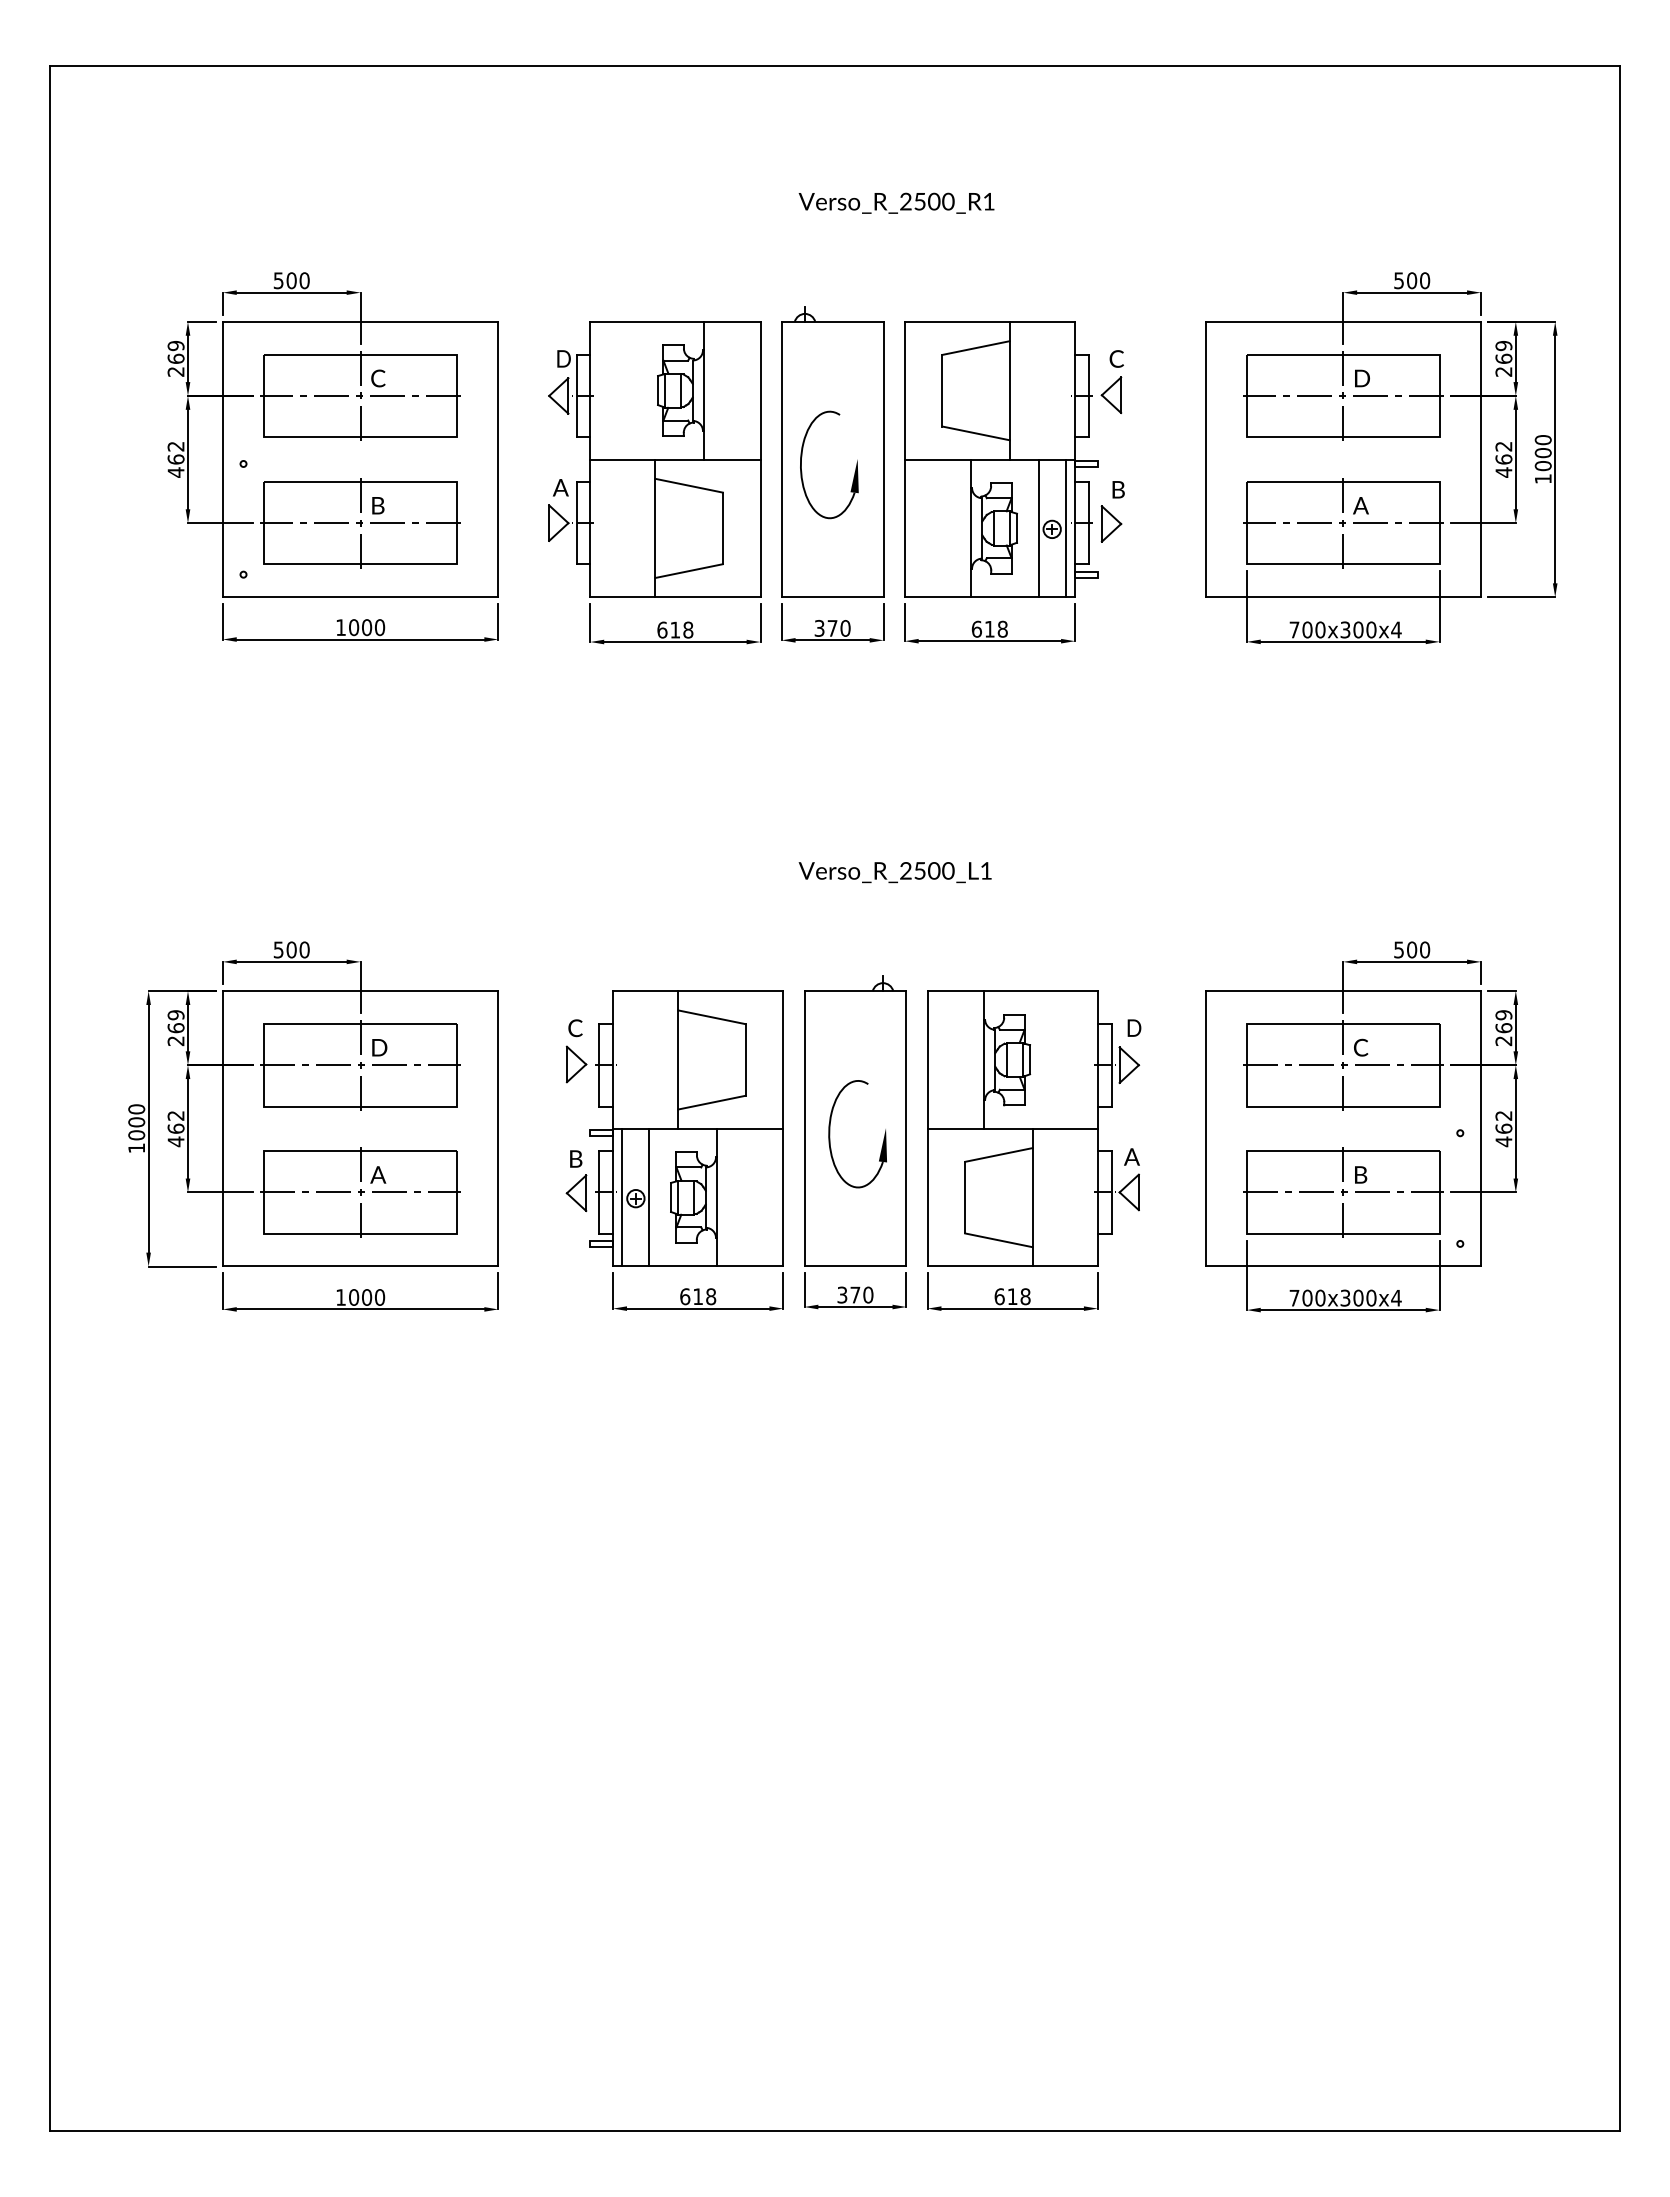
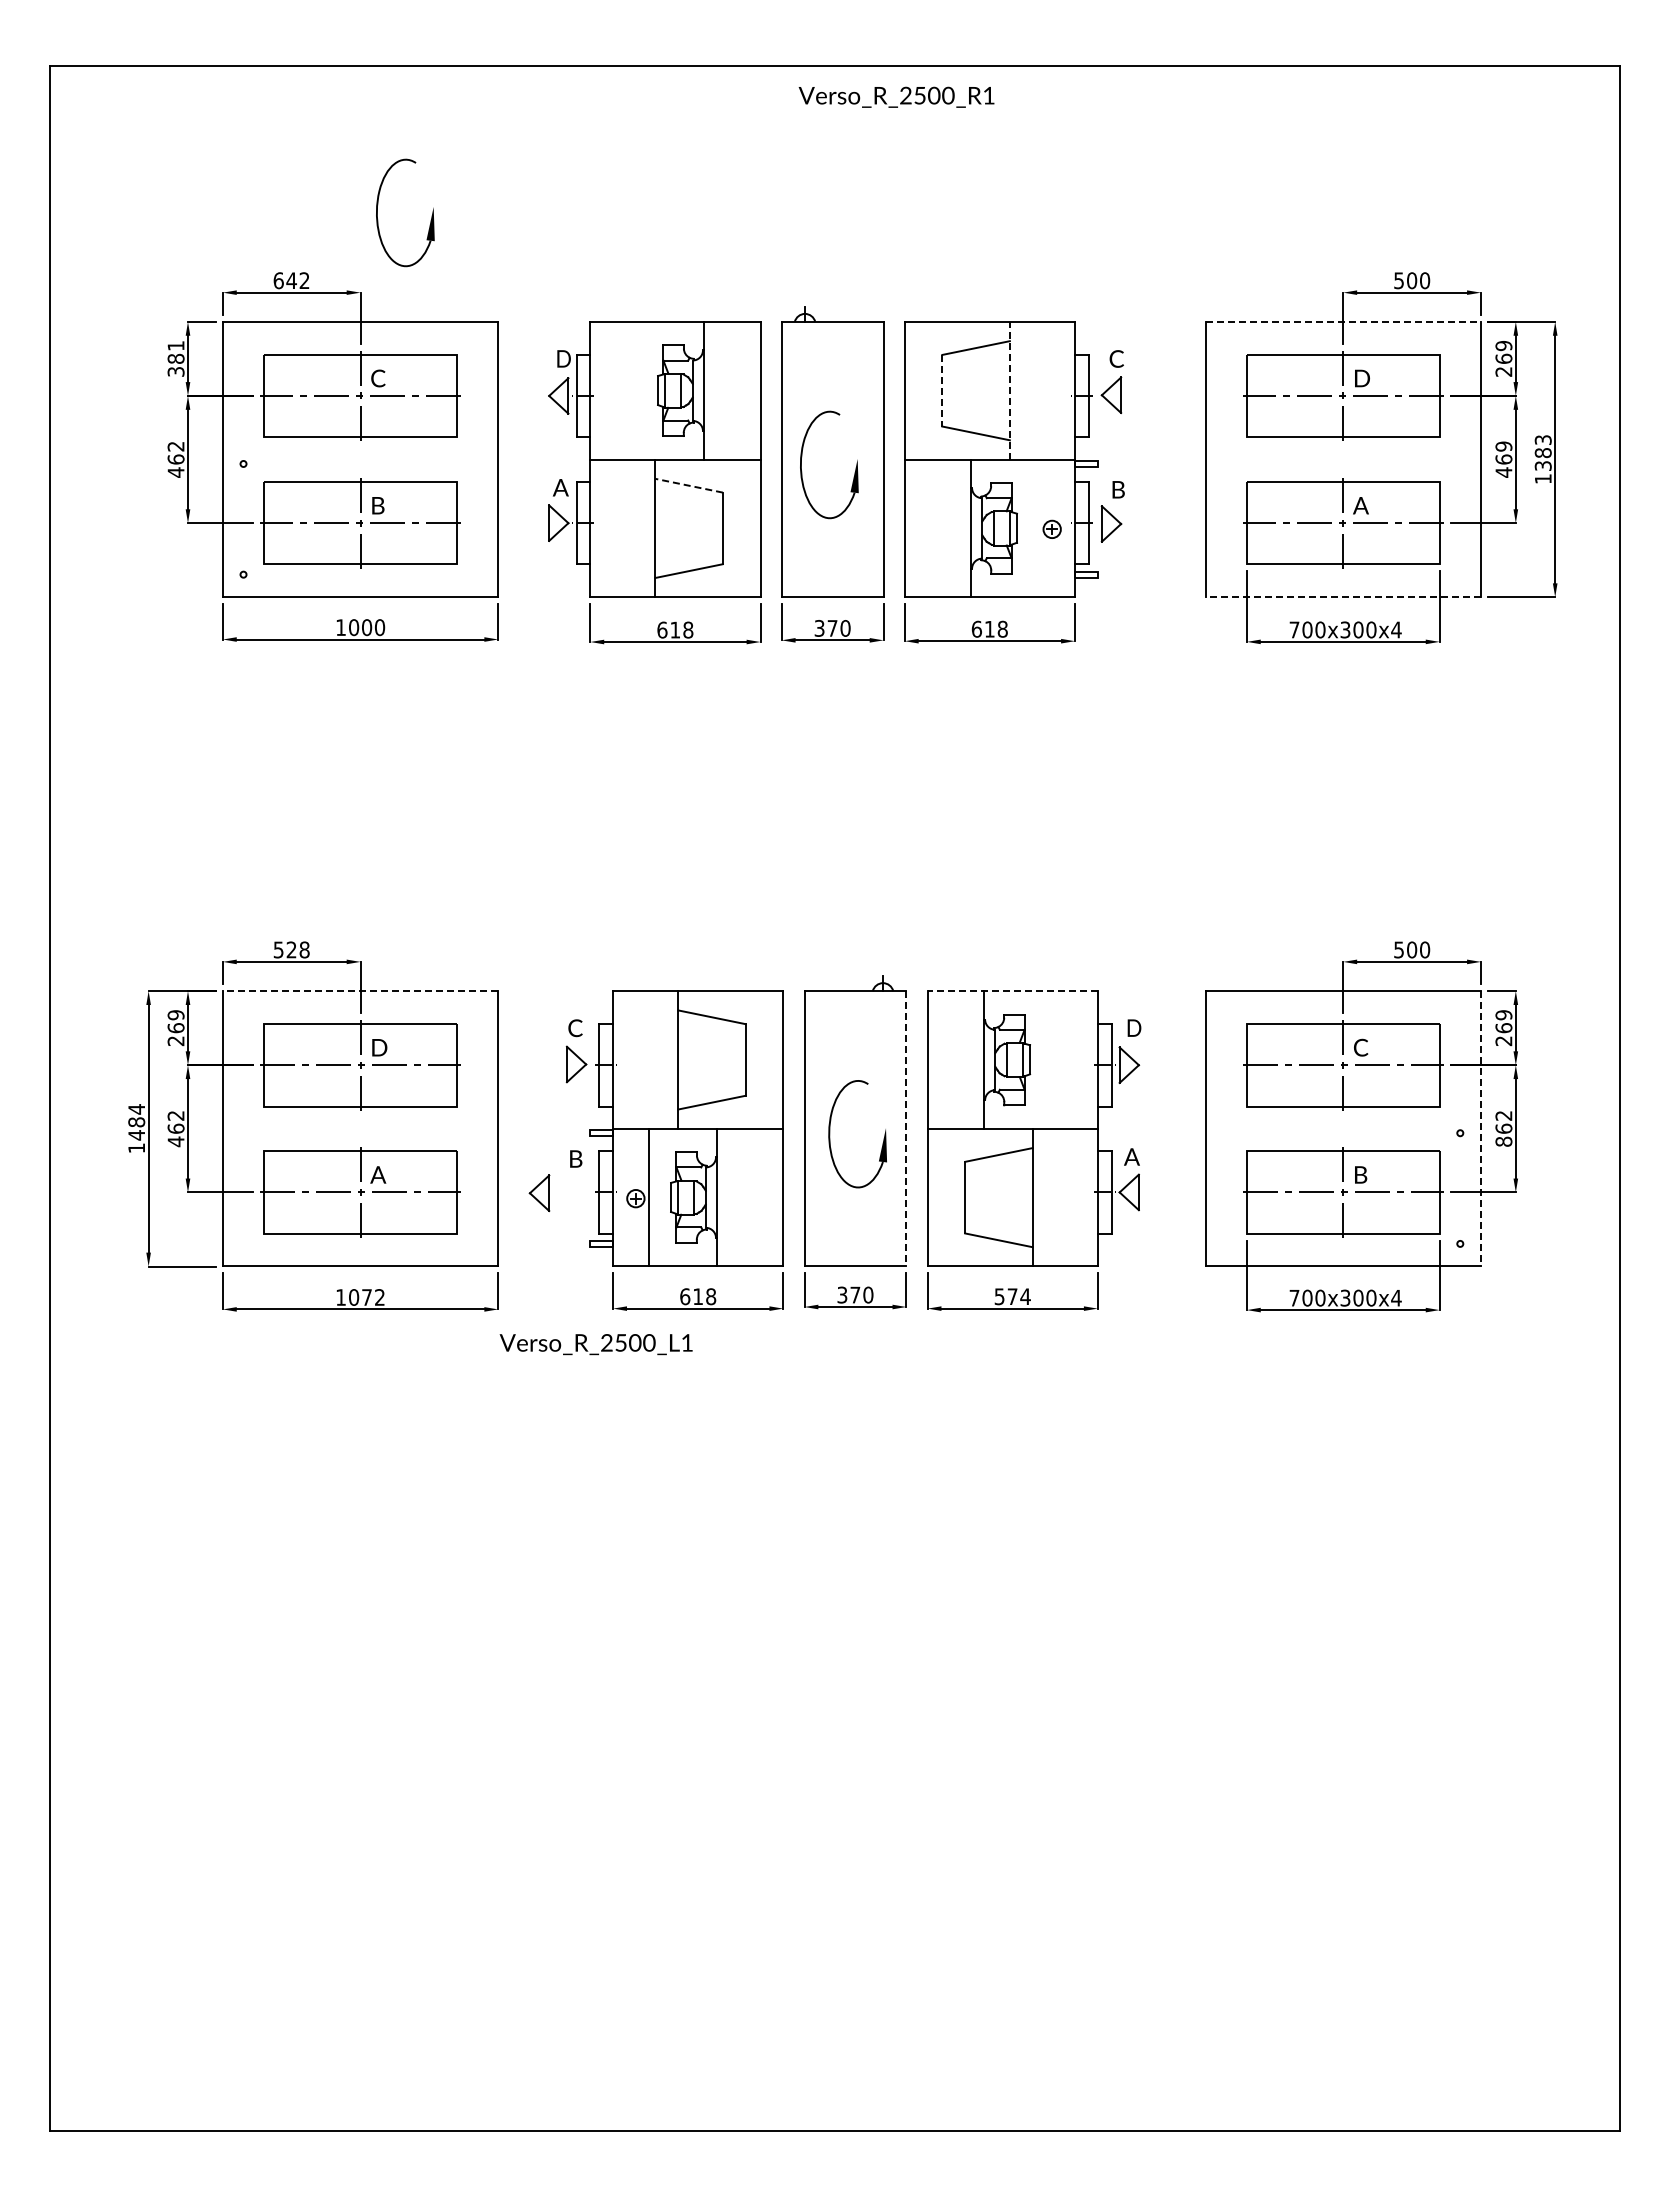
text at (896, 202) position: (896, 202) -> (896, 96)
part at (431, 215): none -> present
text at (291, 280): 500 -> 642
line at (1343, 321): solid -> dashed
text at (175, 358): 269 -> 381
line at (942, 390): solid -> dashed
line at (1009, 390): solid -> dashed
text at (1503, 446): 462 -> 469
text at (1542, 453): 1000 -> 1383
line at (688, 485): solid -> dashed
line at (1038, 528): present -> none
line at (1065, 528): present -> none
line at (1343, 597): solid -> dashed
text at (894, 872) position: (894, 872) -> (595, 1344)
text at (297, 949): 500 -> 528
line at (360, 991): solid -> dashed
line at (1012, 991): solid -> dashed
text at (136, 1122): 1000 -> 1484
line at (906, 1128): solid -> dashed
line at (1480, 1128): solid -> dashed
text at (1503, 1141): 462 -> 862
part at (576, 1193) position: (576, 1193) -> (539, 1193)
line at (622, 1197): present -> none
text at (1012, 1296): 618 -> 574
text at (373, 1297): 1000 -> 1072
